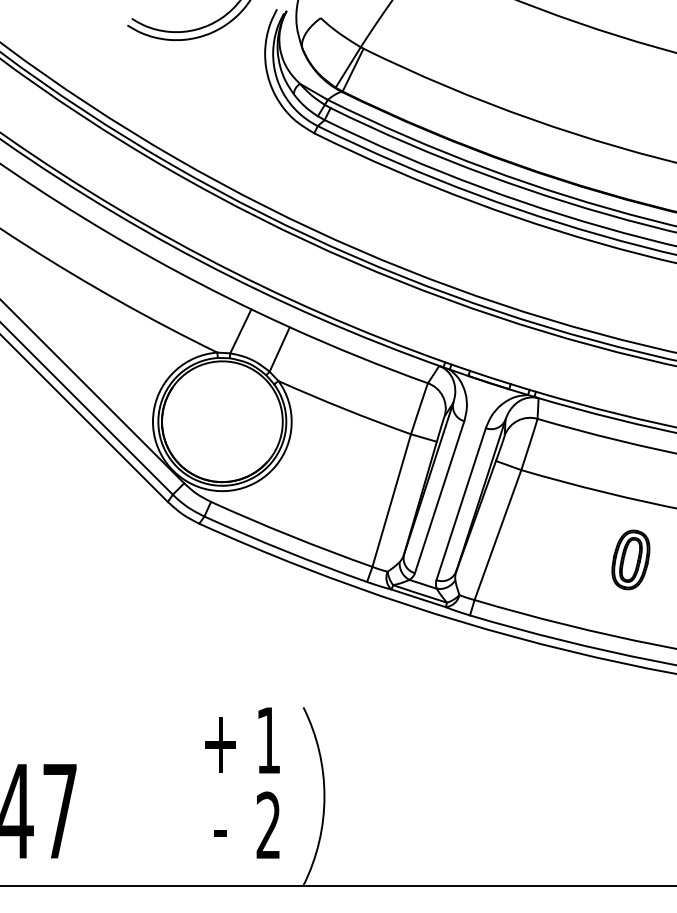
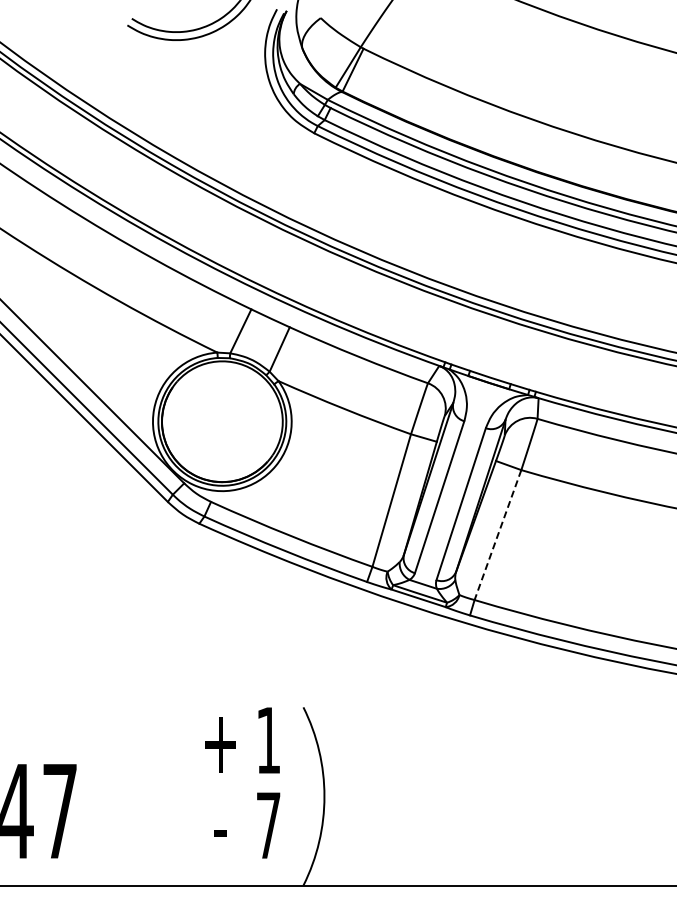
line at (497, 535): solid -> dashed
part at (630, 559): present -> none
text at (268, 824): 2 -> 7
